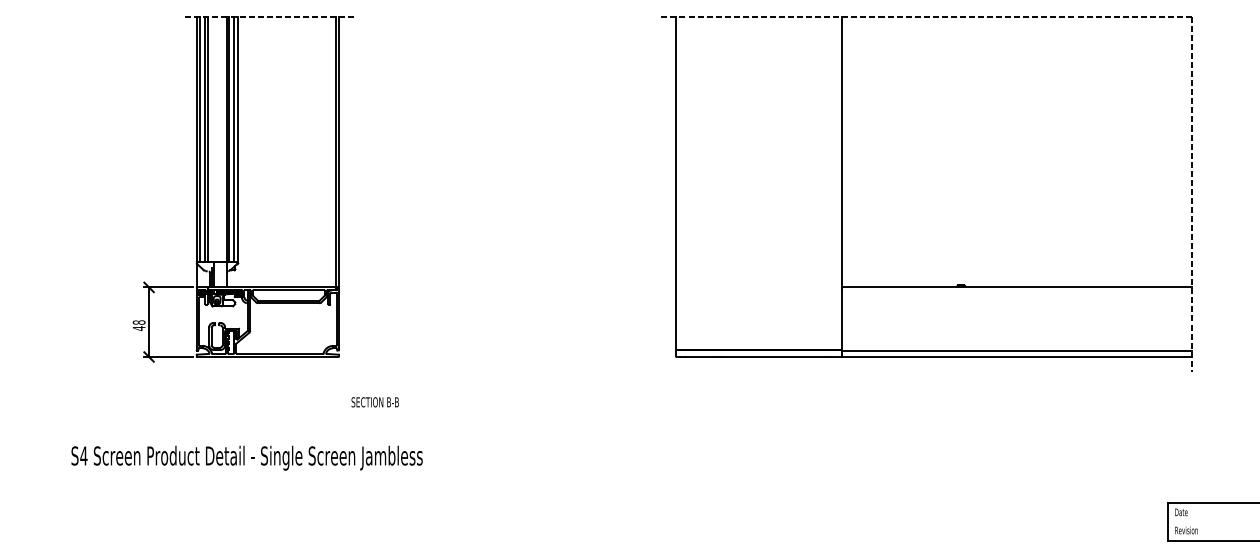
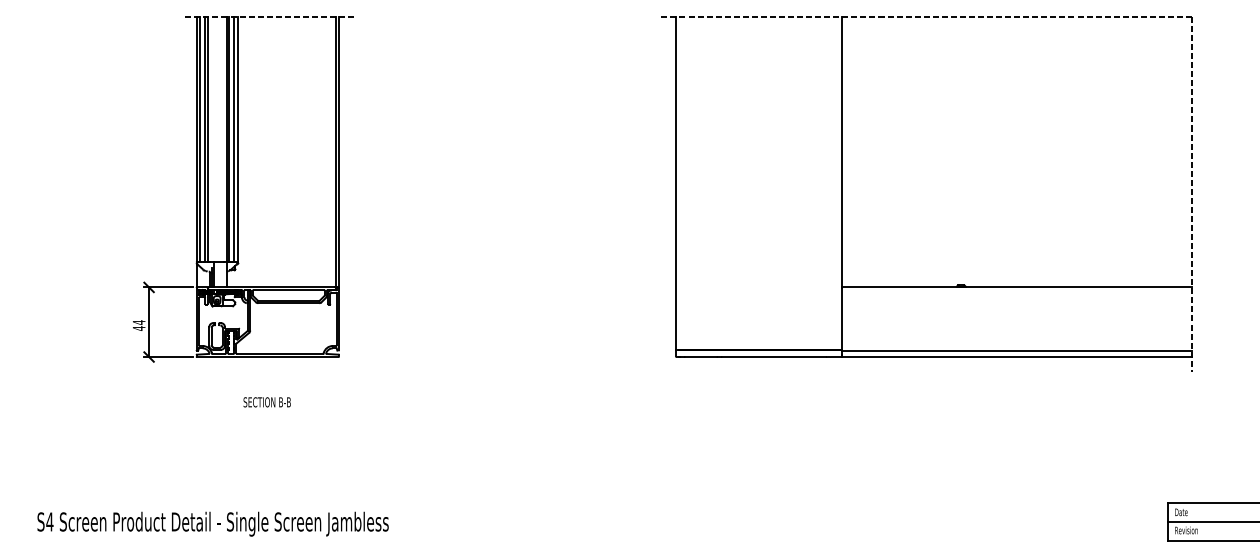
text at (138, 322): 48 -> 44
text at (374, 402) position: (374, 402) -> (266, 402)
text at (246, 457) position: (246, 457) -> (212, 523)
line at (1211, 522): none -> present
